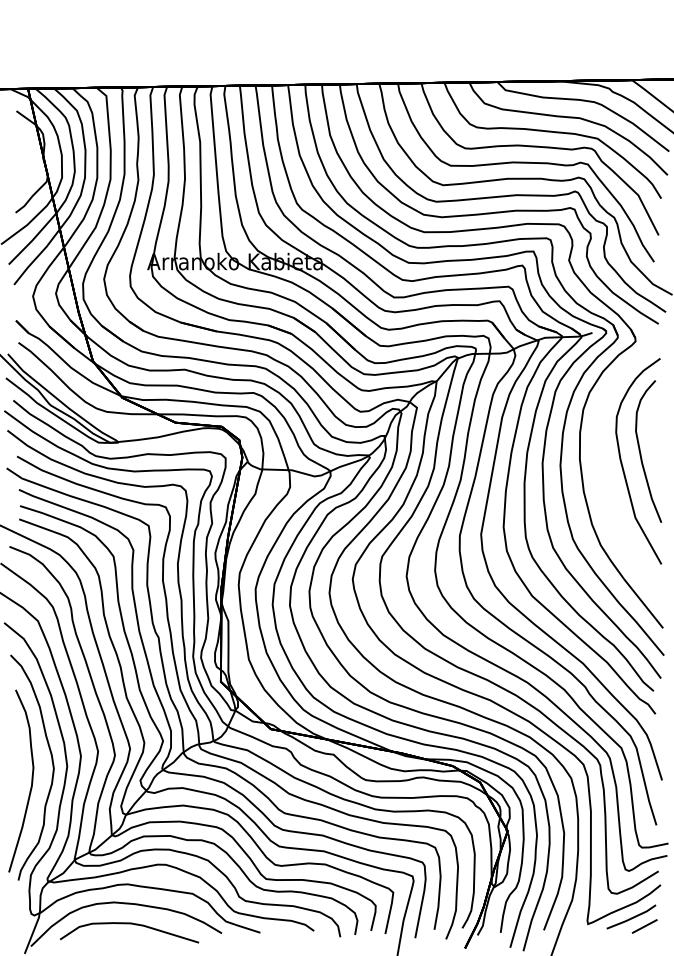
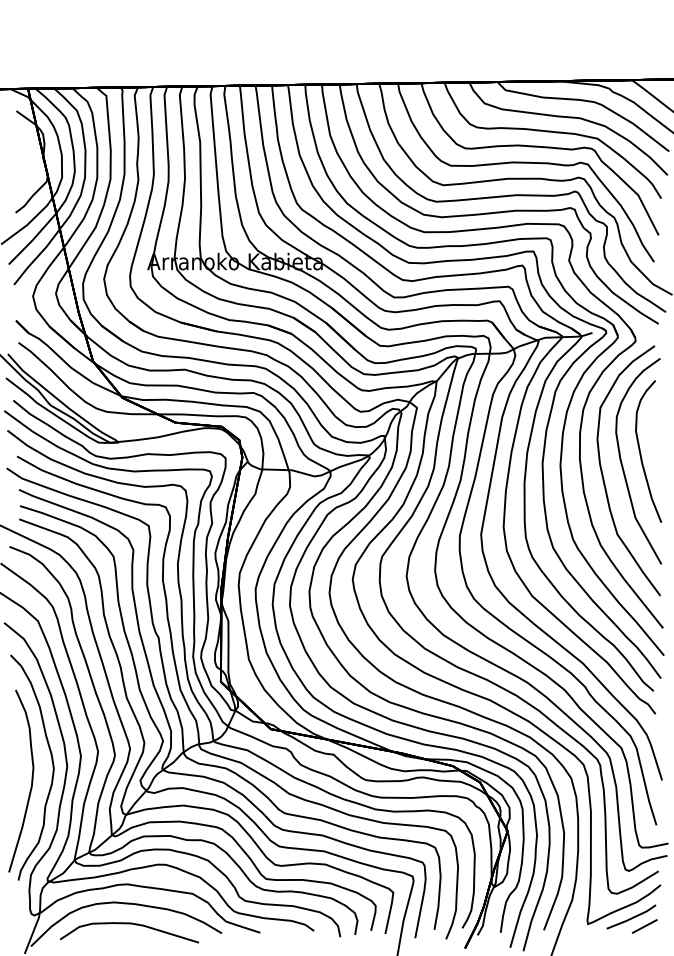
part at (604, 478): none -> present
